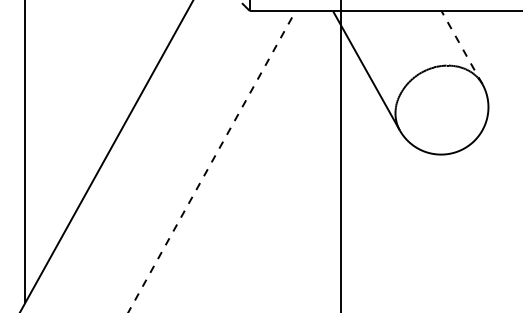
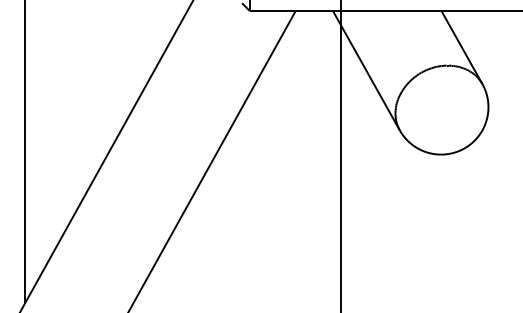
line at (461, 47): dashed -> solid
line at (212, 161): dashed -> solid
